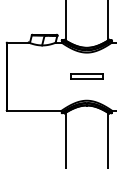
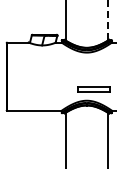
line at (108, 20): solid -> dashed
part at (86, 76) position: (86, 76) -> (93, 89)
